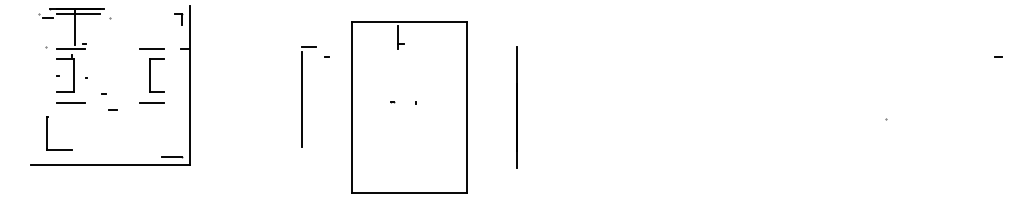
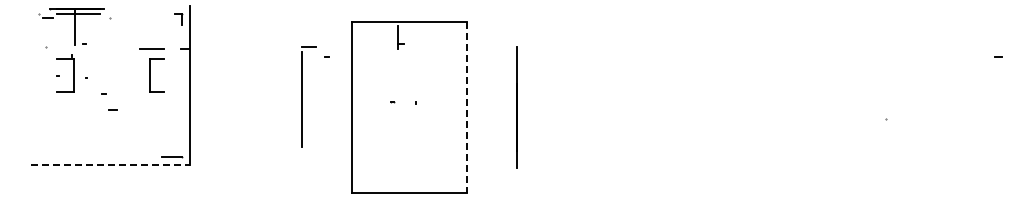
line at (70, 48): present -> none
line at (70, 103): present -> none
line at (151, 103): present -> none
line at (466, 107): solid -> dashed
part at (47, 133): present -> none
line at (110, 164): solid -> dashed
